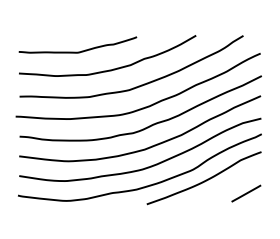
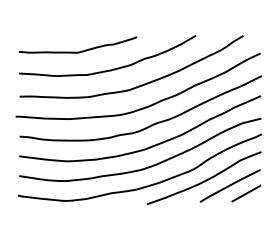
line at (229, 185): none -> present
